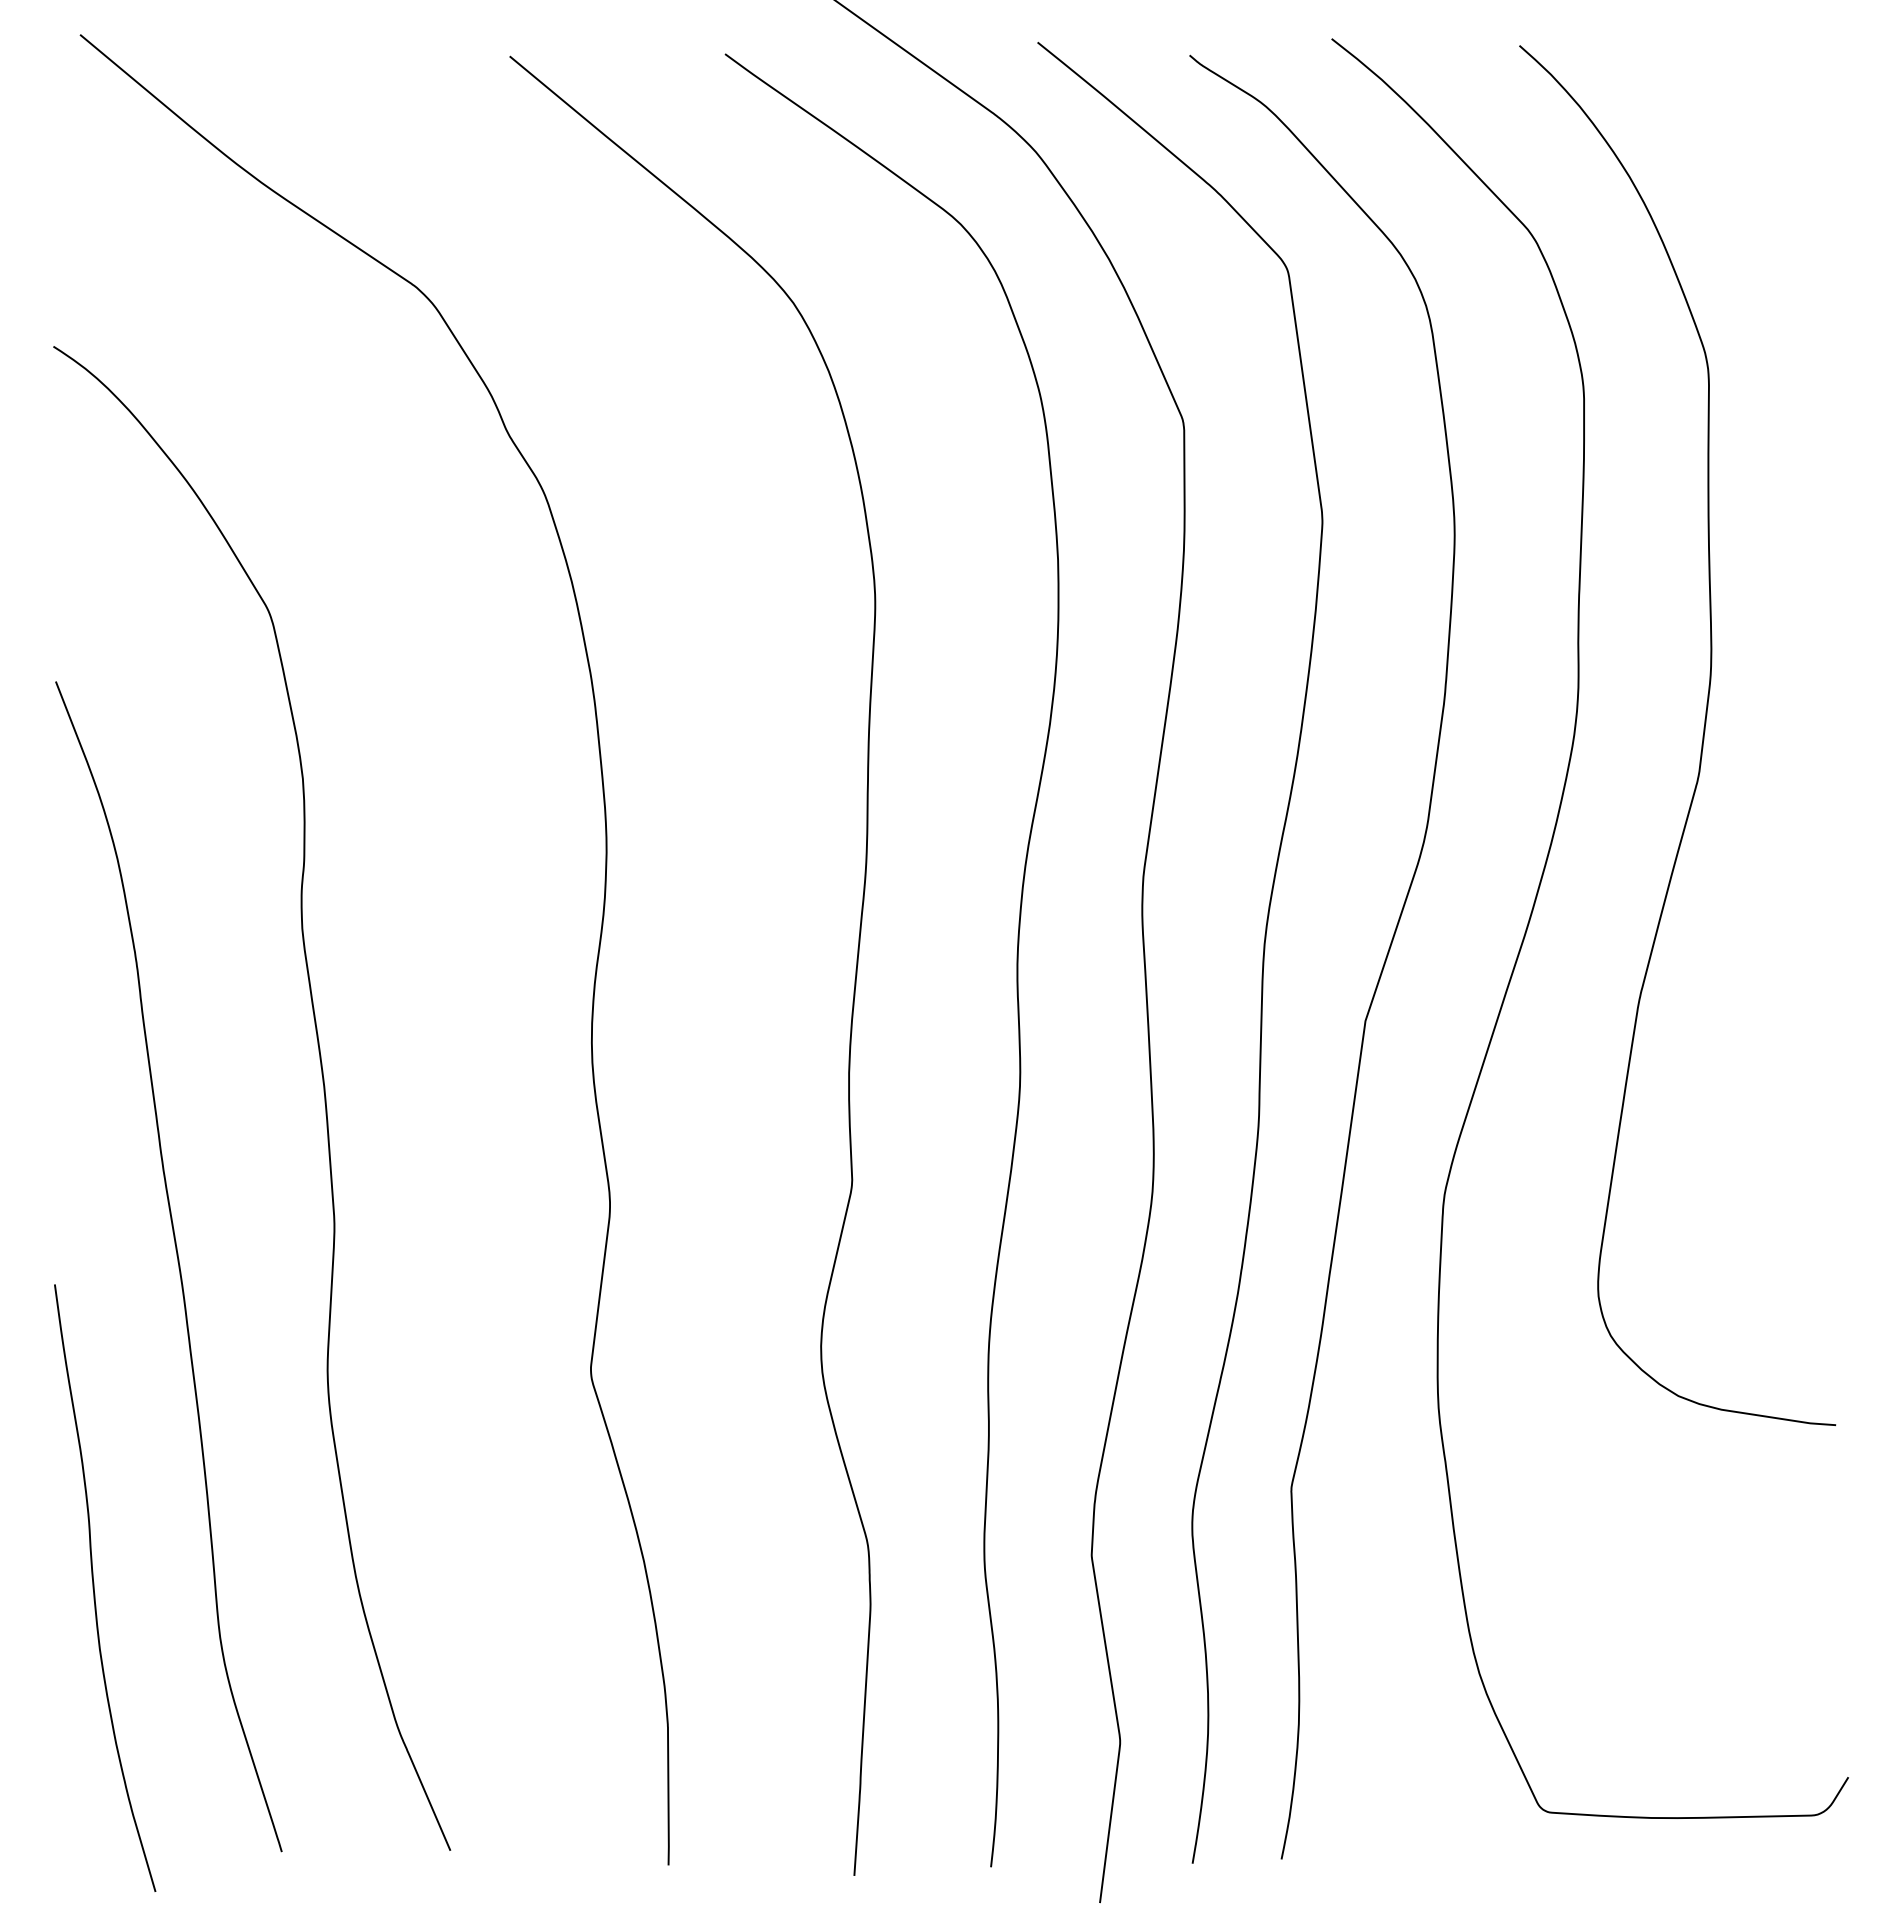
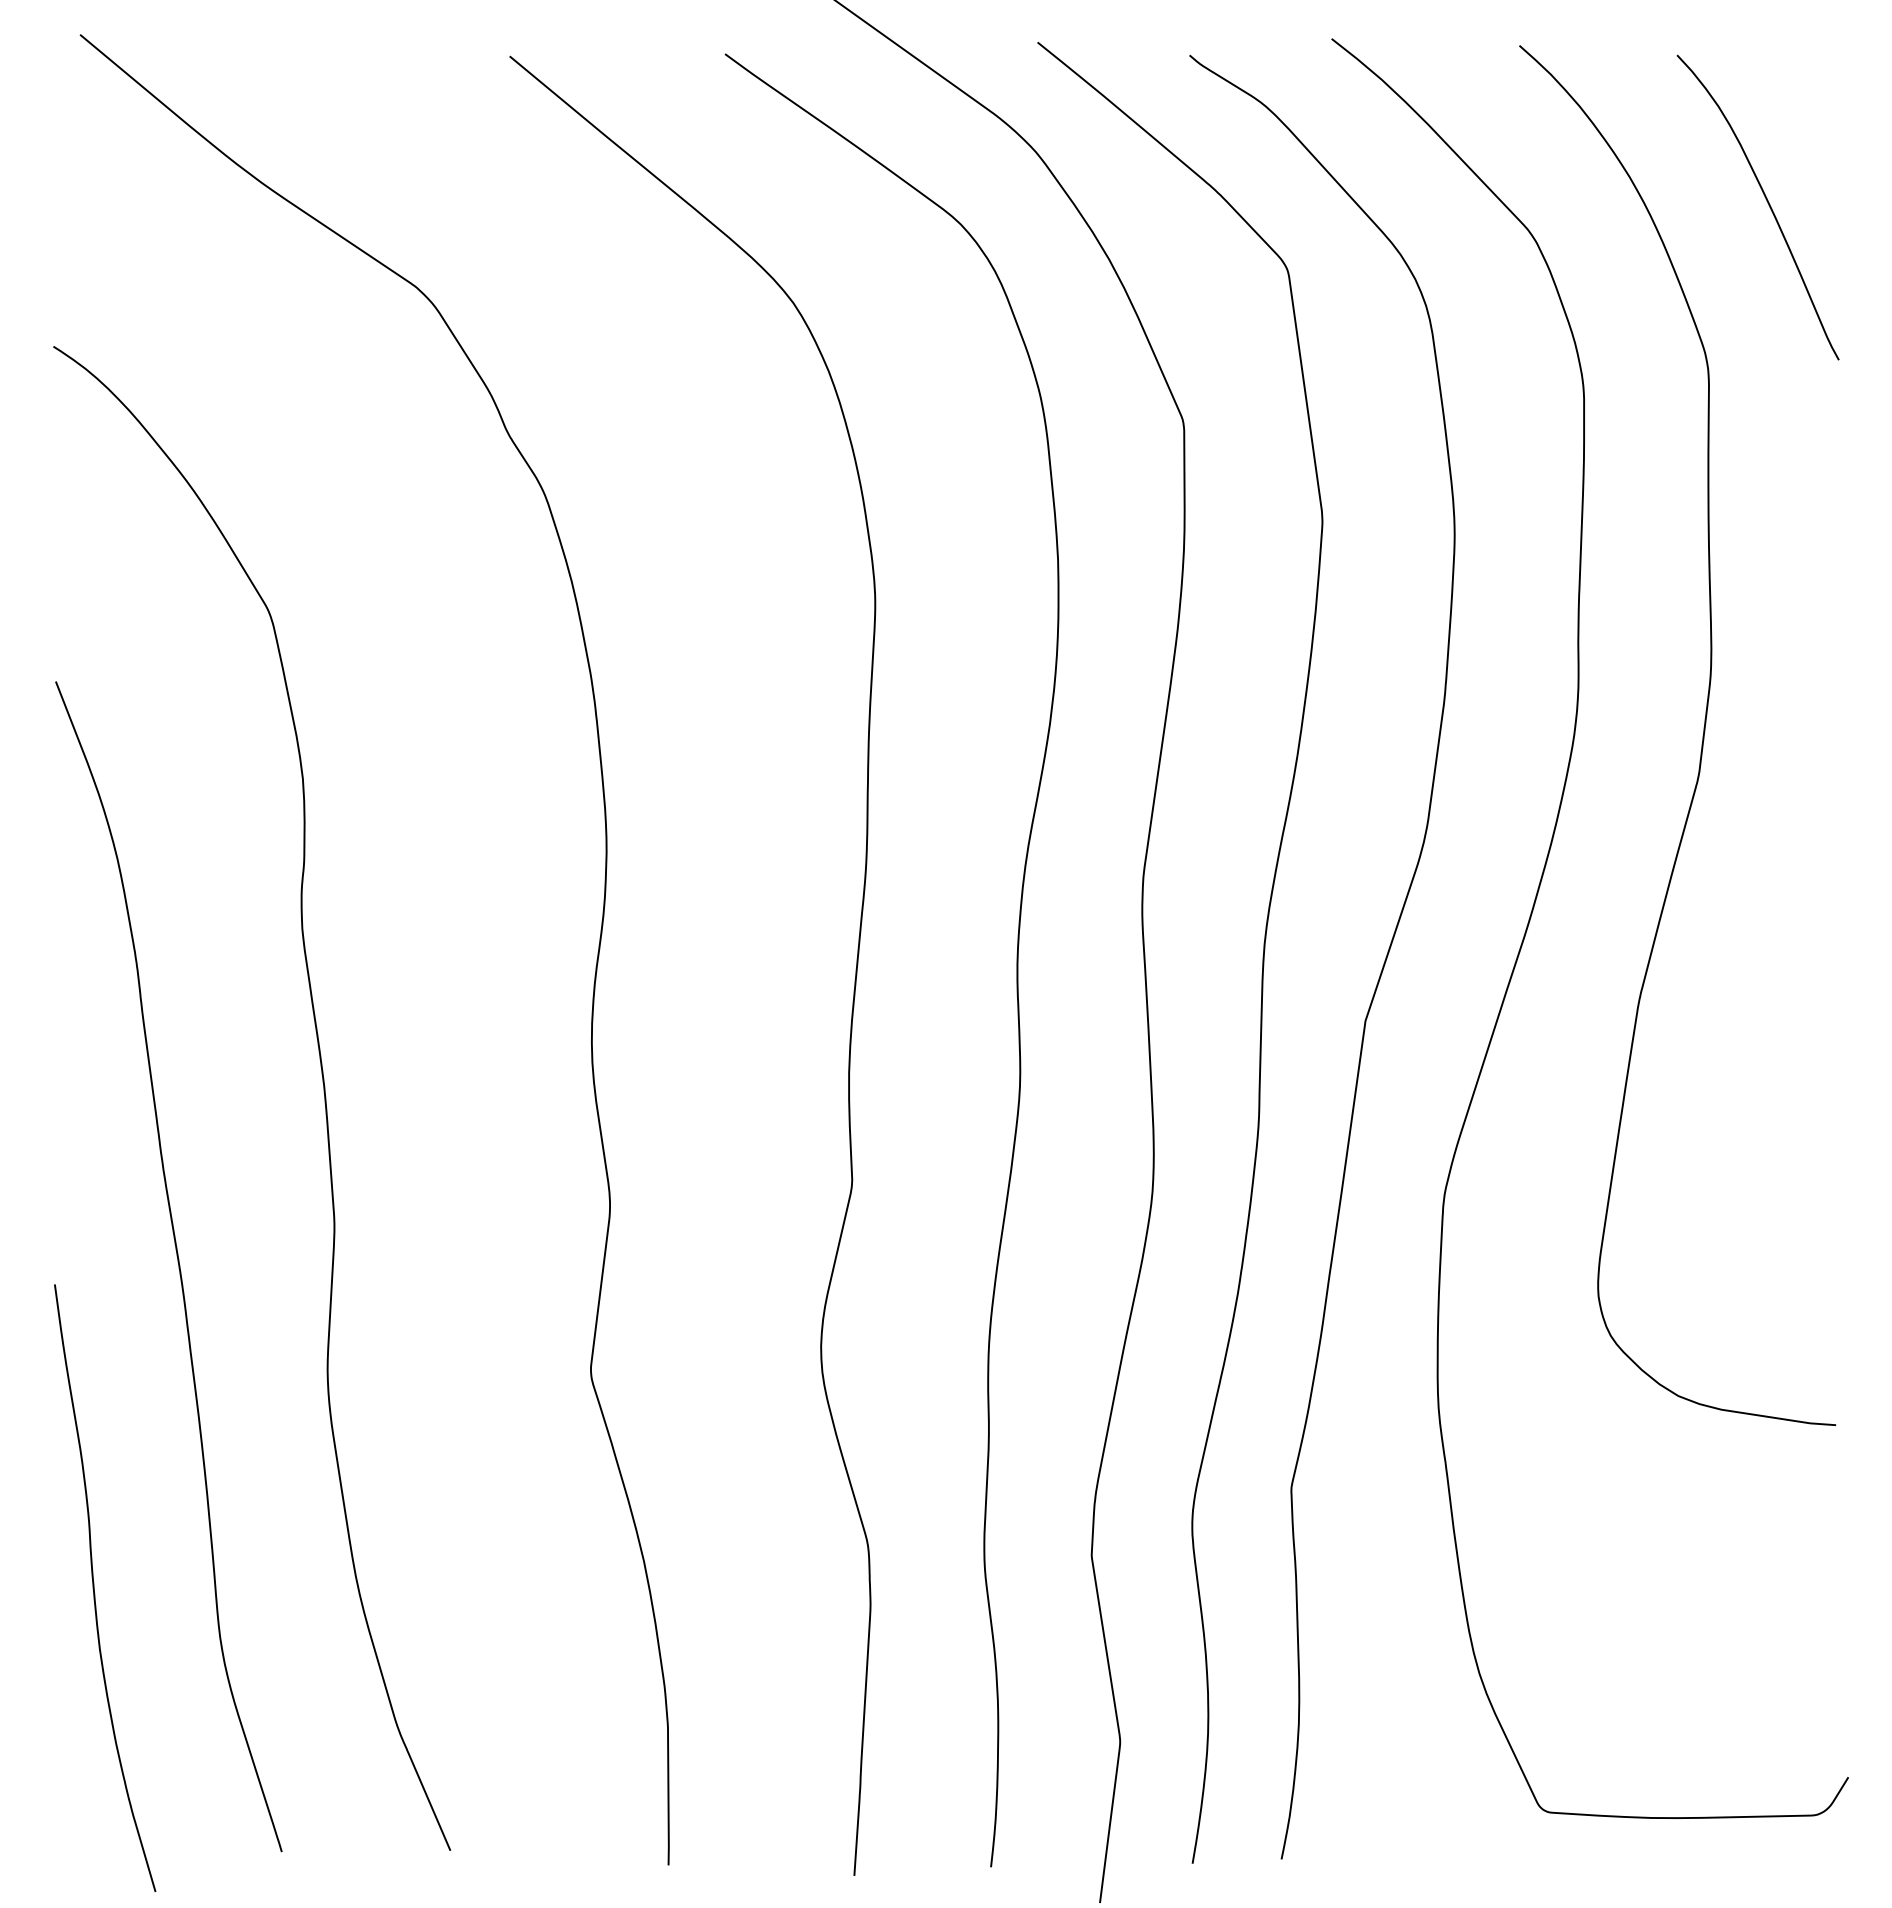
curve at (1767, 203): none -> present
